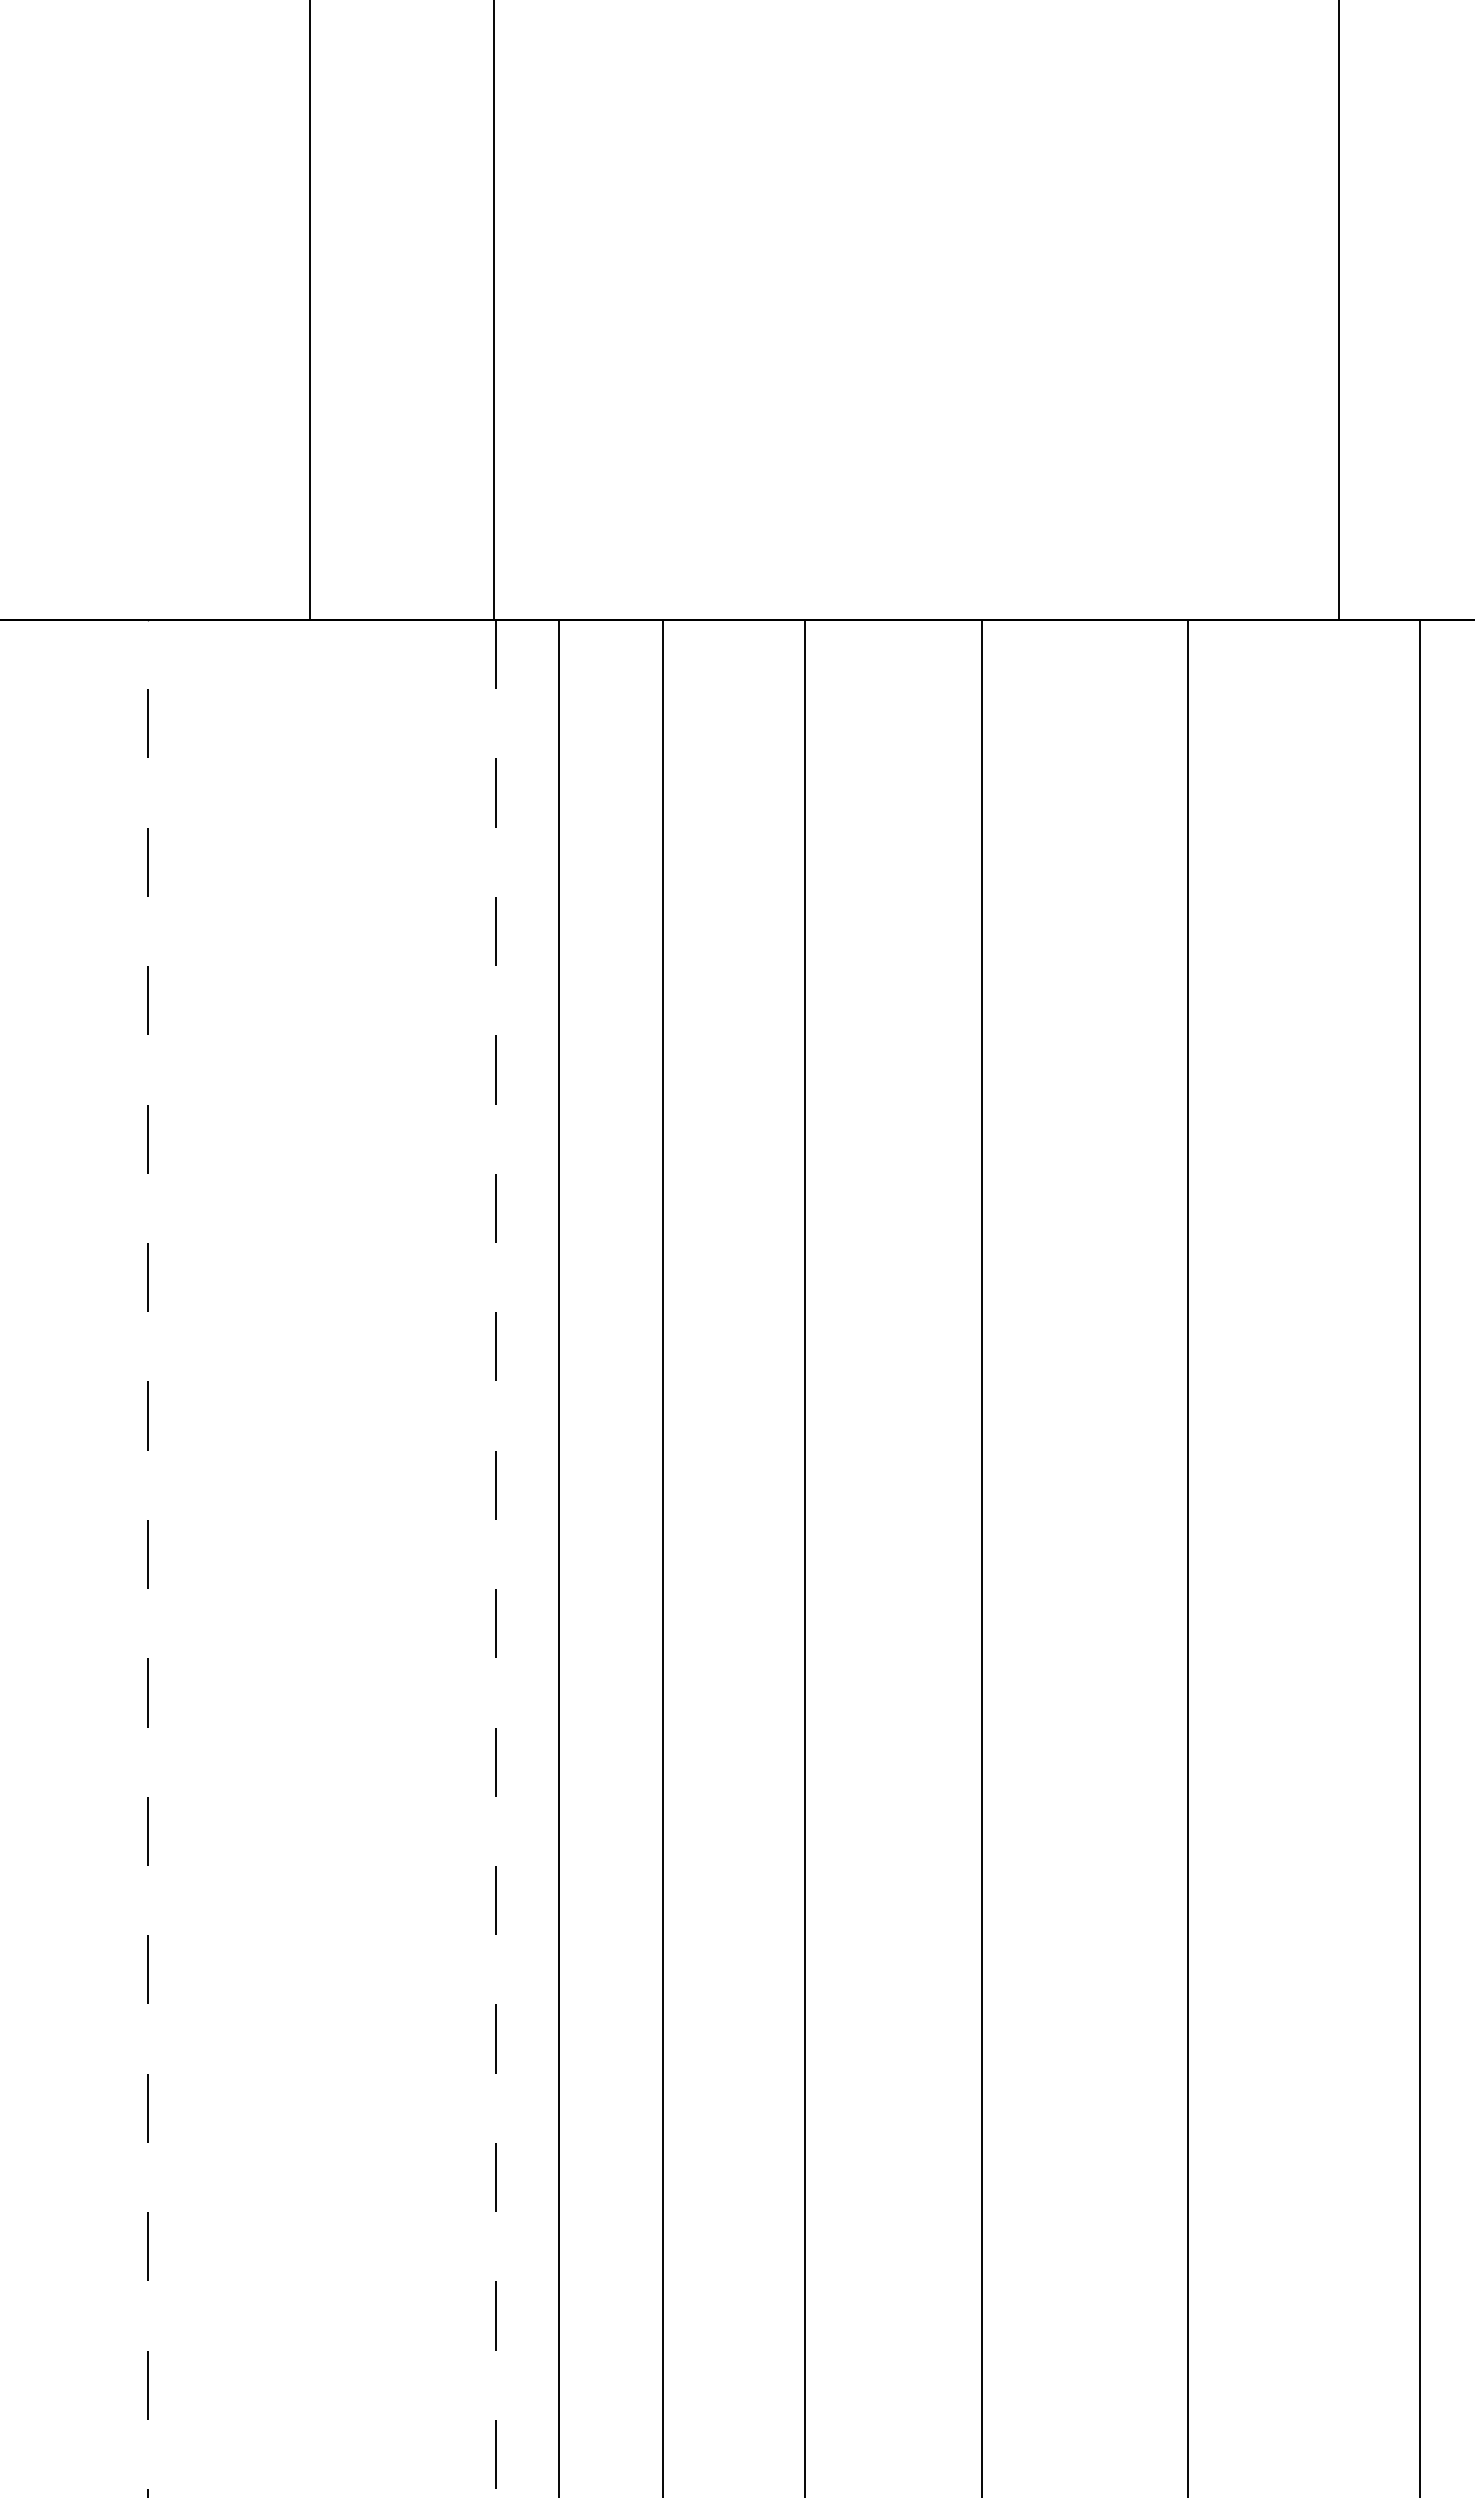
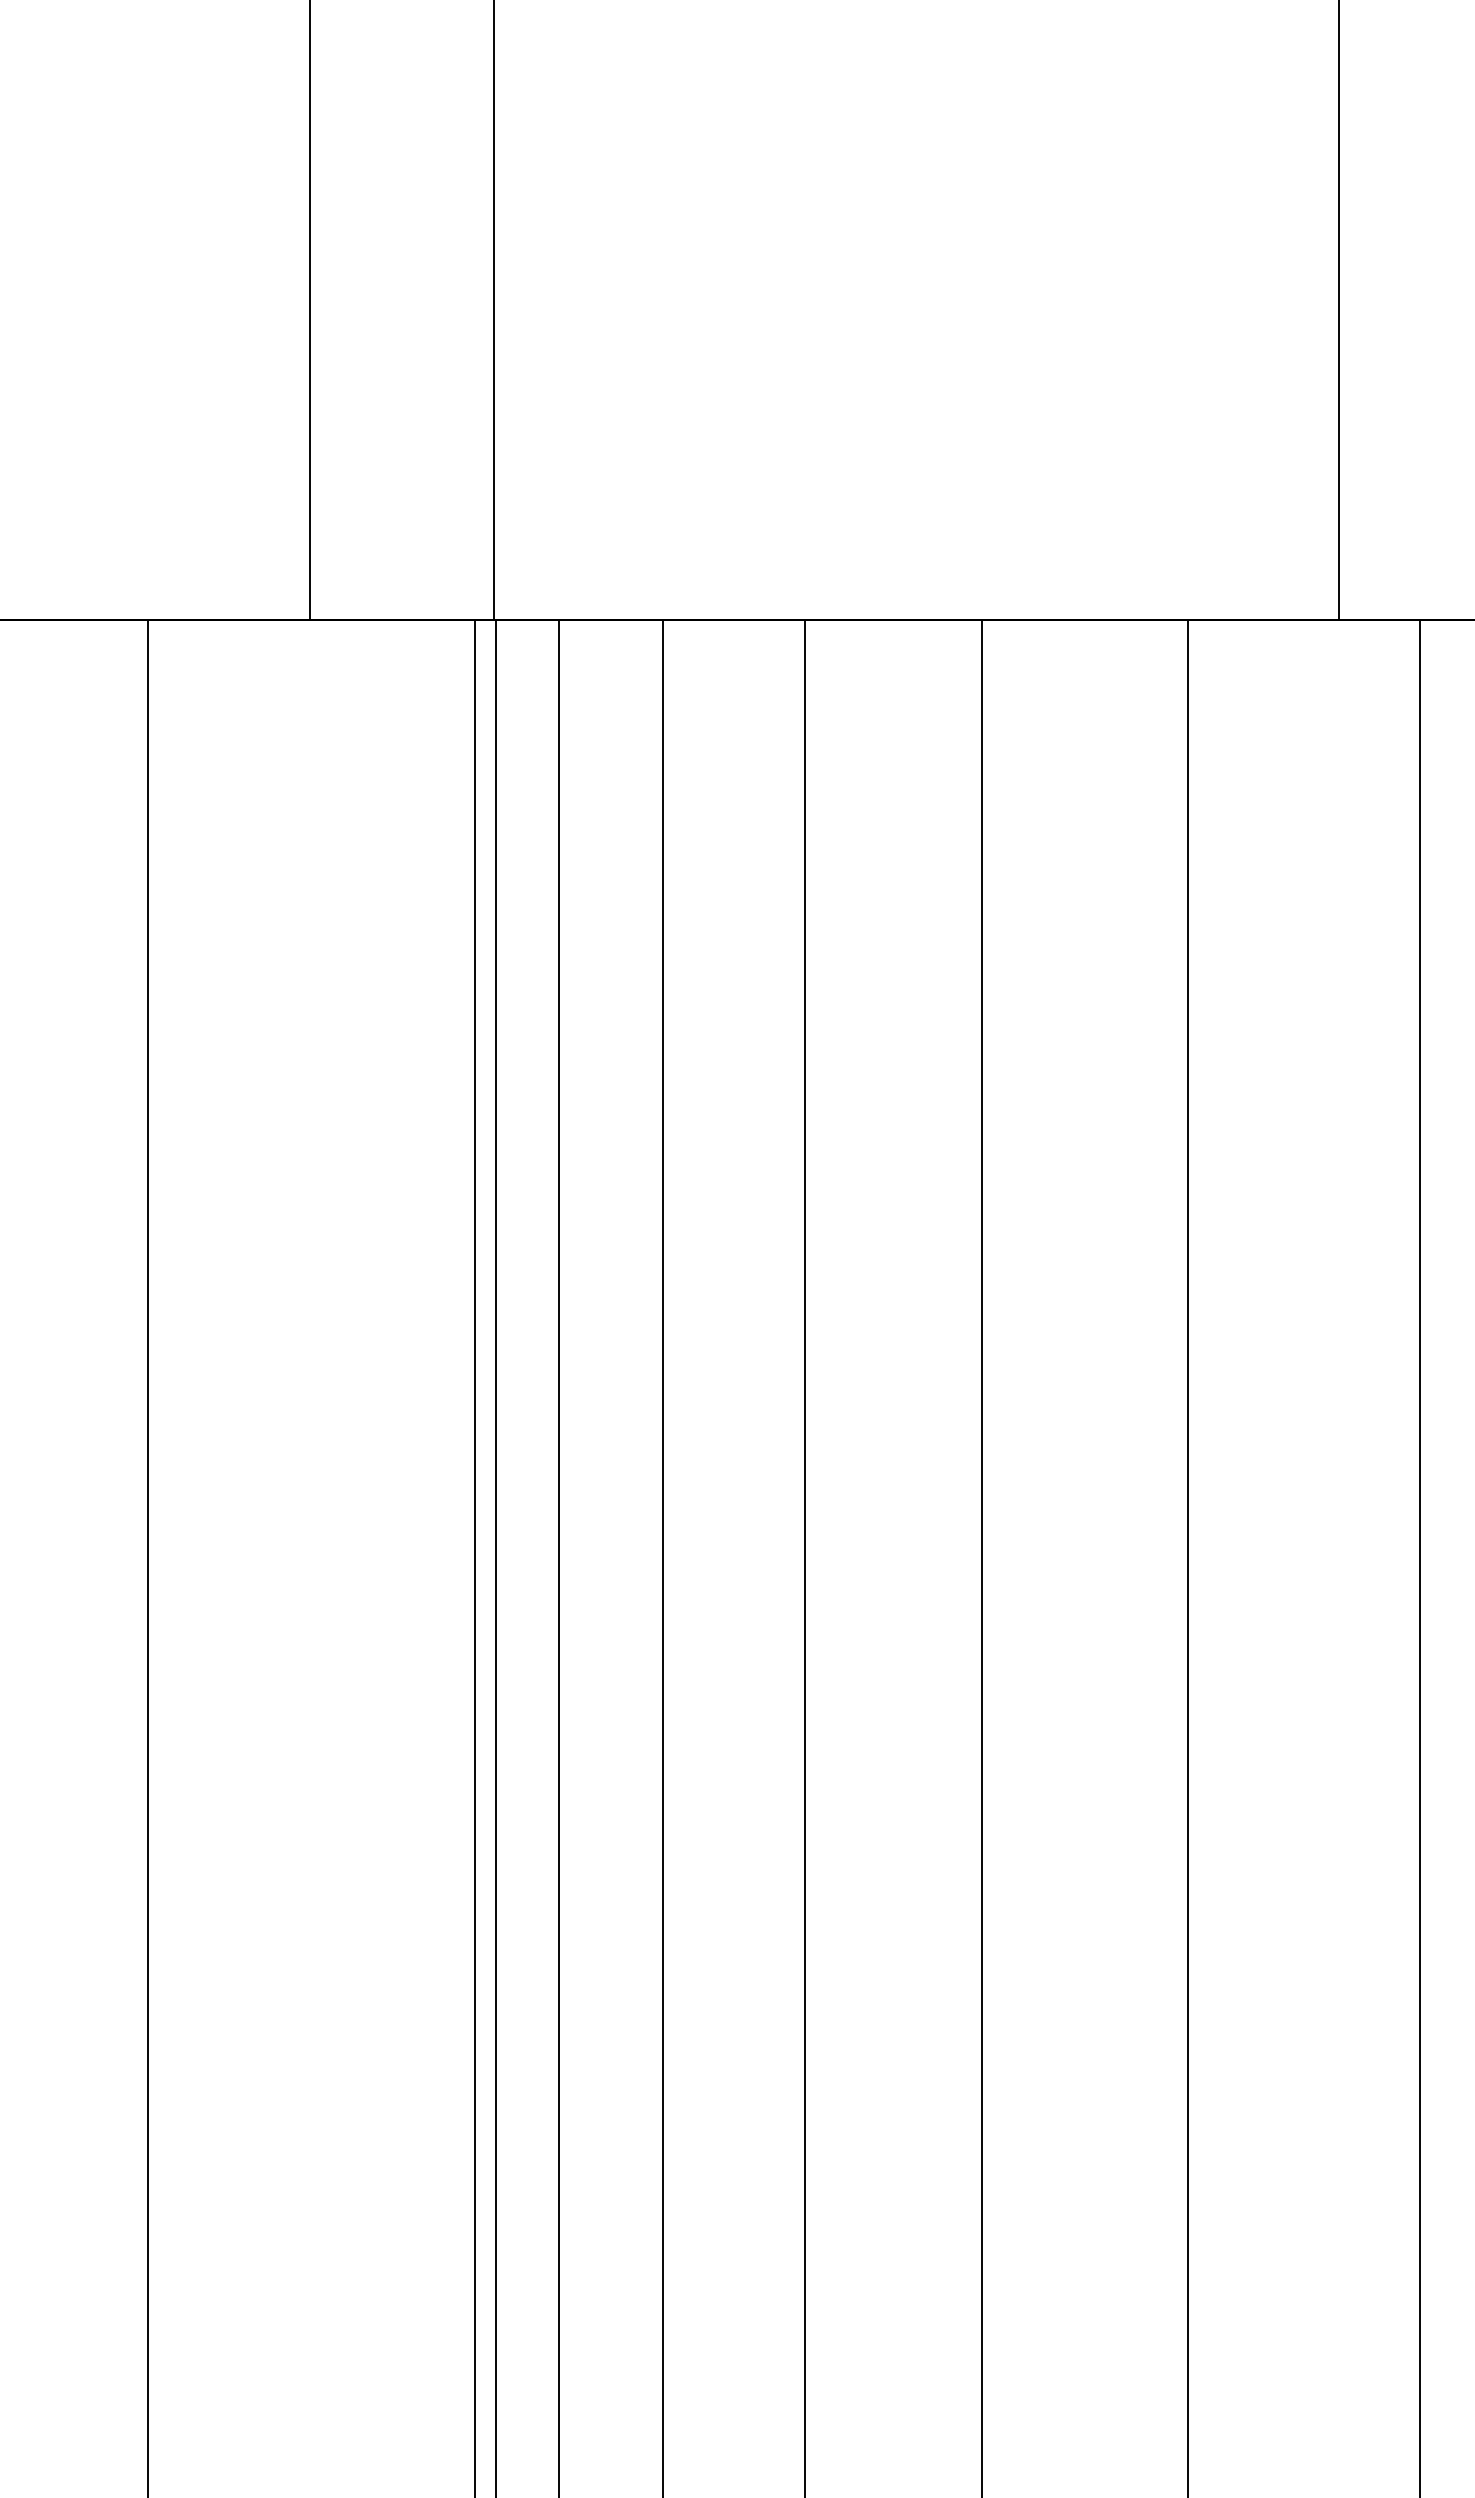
line at (474, 1556): none -> present
line at (147, 1558): dashed -> solid
line at (495, 1559): dashed -> solid
